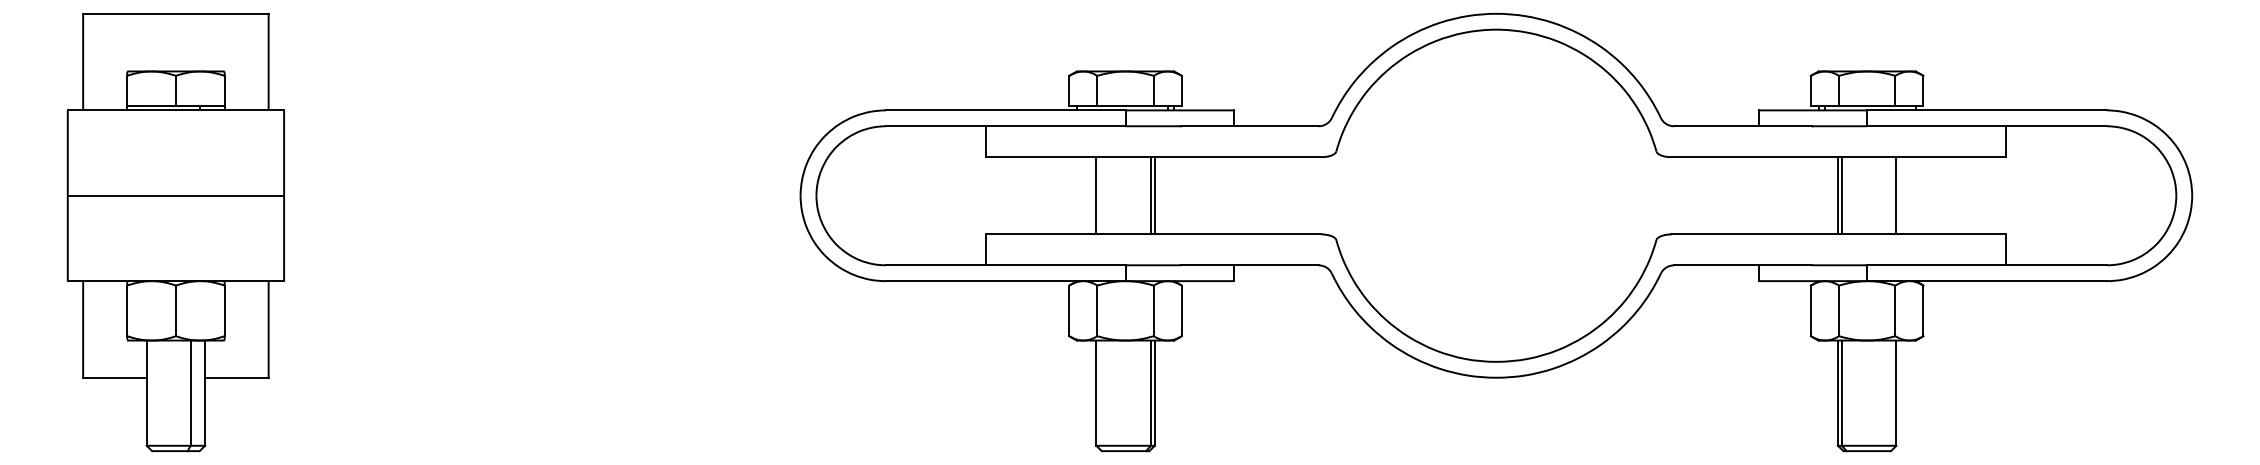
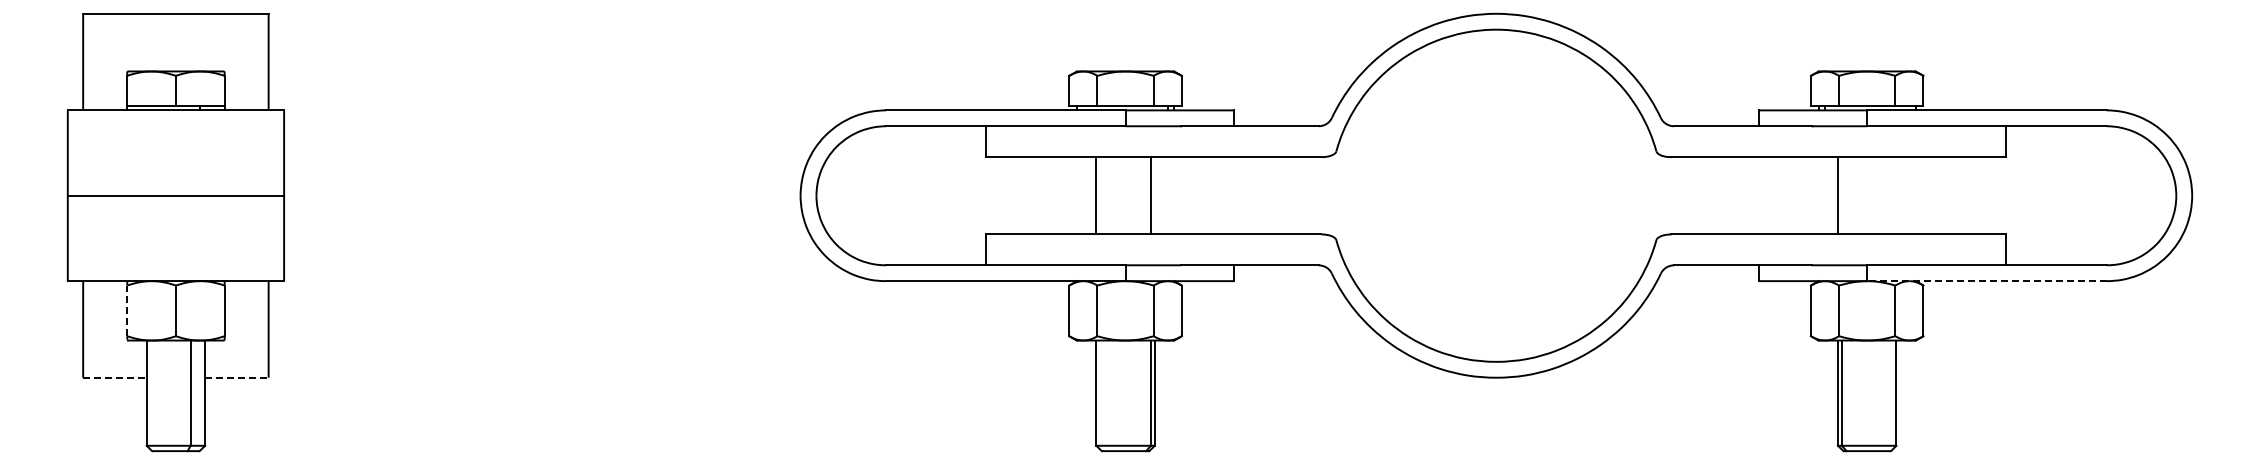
line at (1154, 195): present -> none
line at (1841, 195): present -> none
line at (1896, 195): present -> none
line at (1987, 281): solid -> dashed
line at (127, 310): solid -> dashed
line at (114, 377): solid -> dashed
line at (236, 377): solid -> dashed
